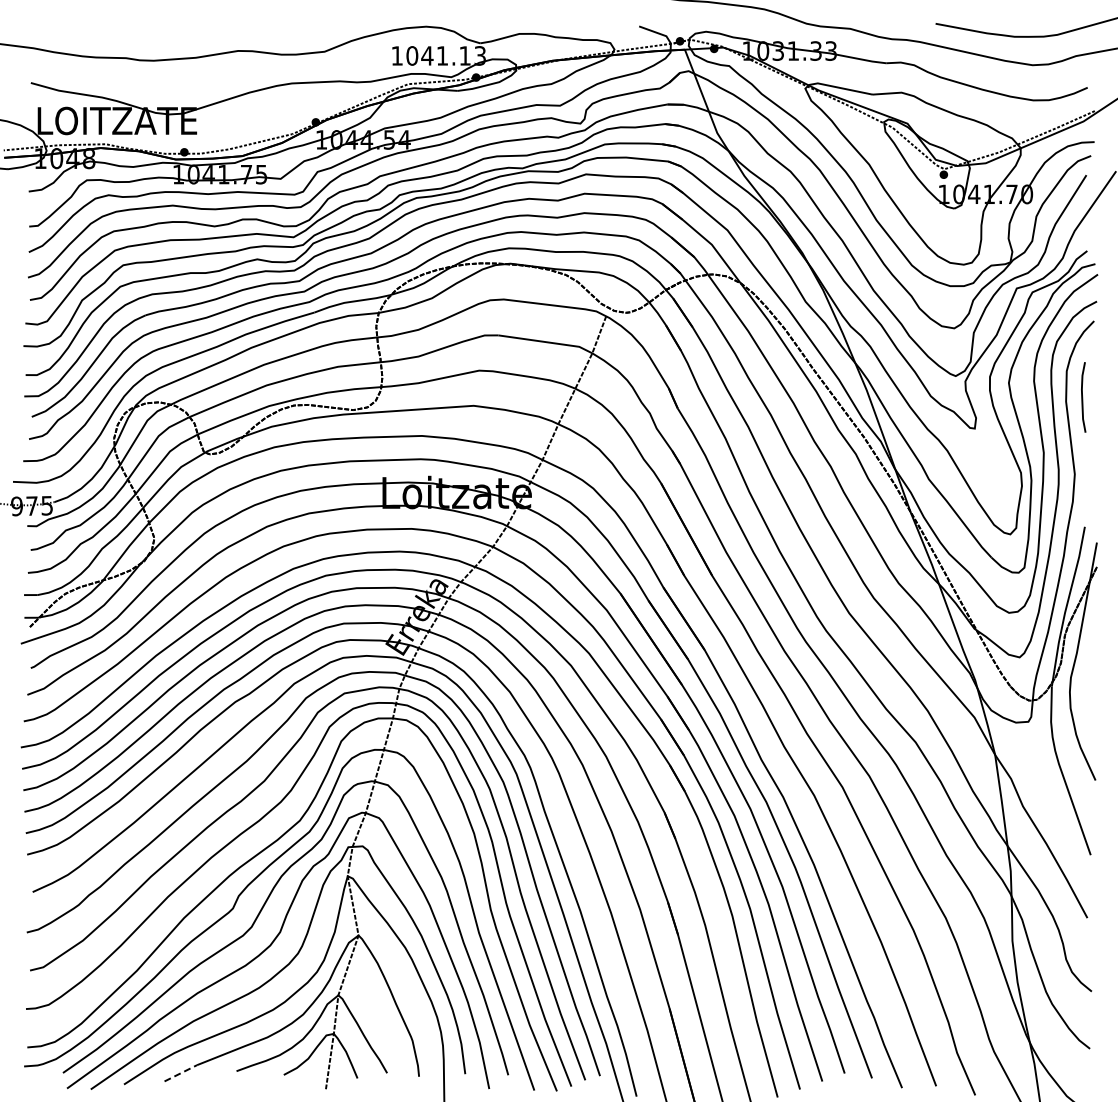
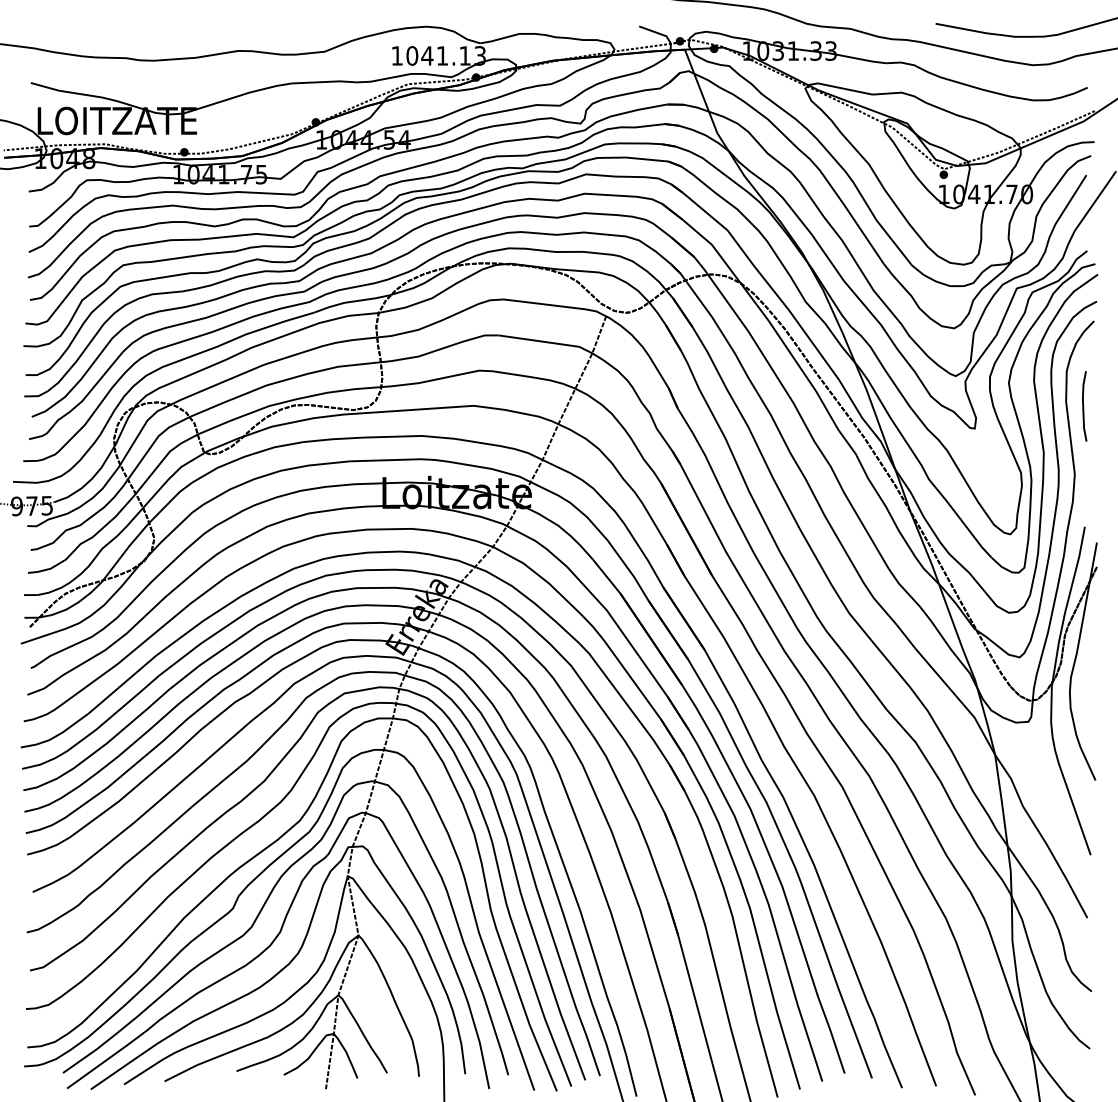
line at (1083, 397) position: (1083, 397) -> (1084, 406)
line at (181, 1073): dashed -> solid
